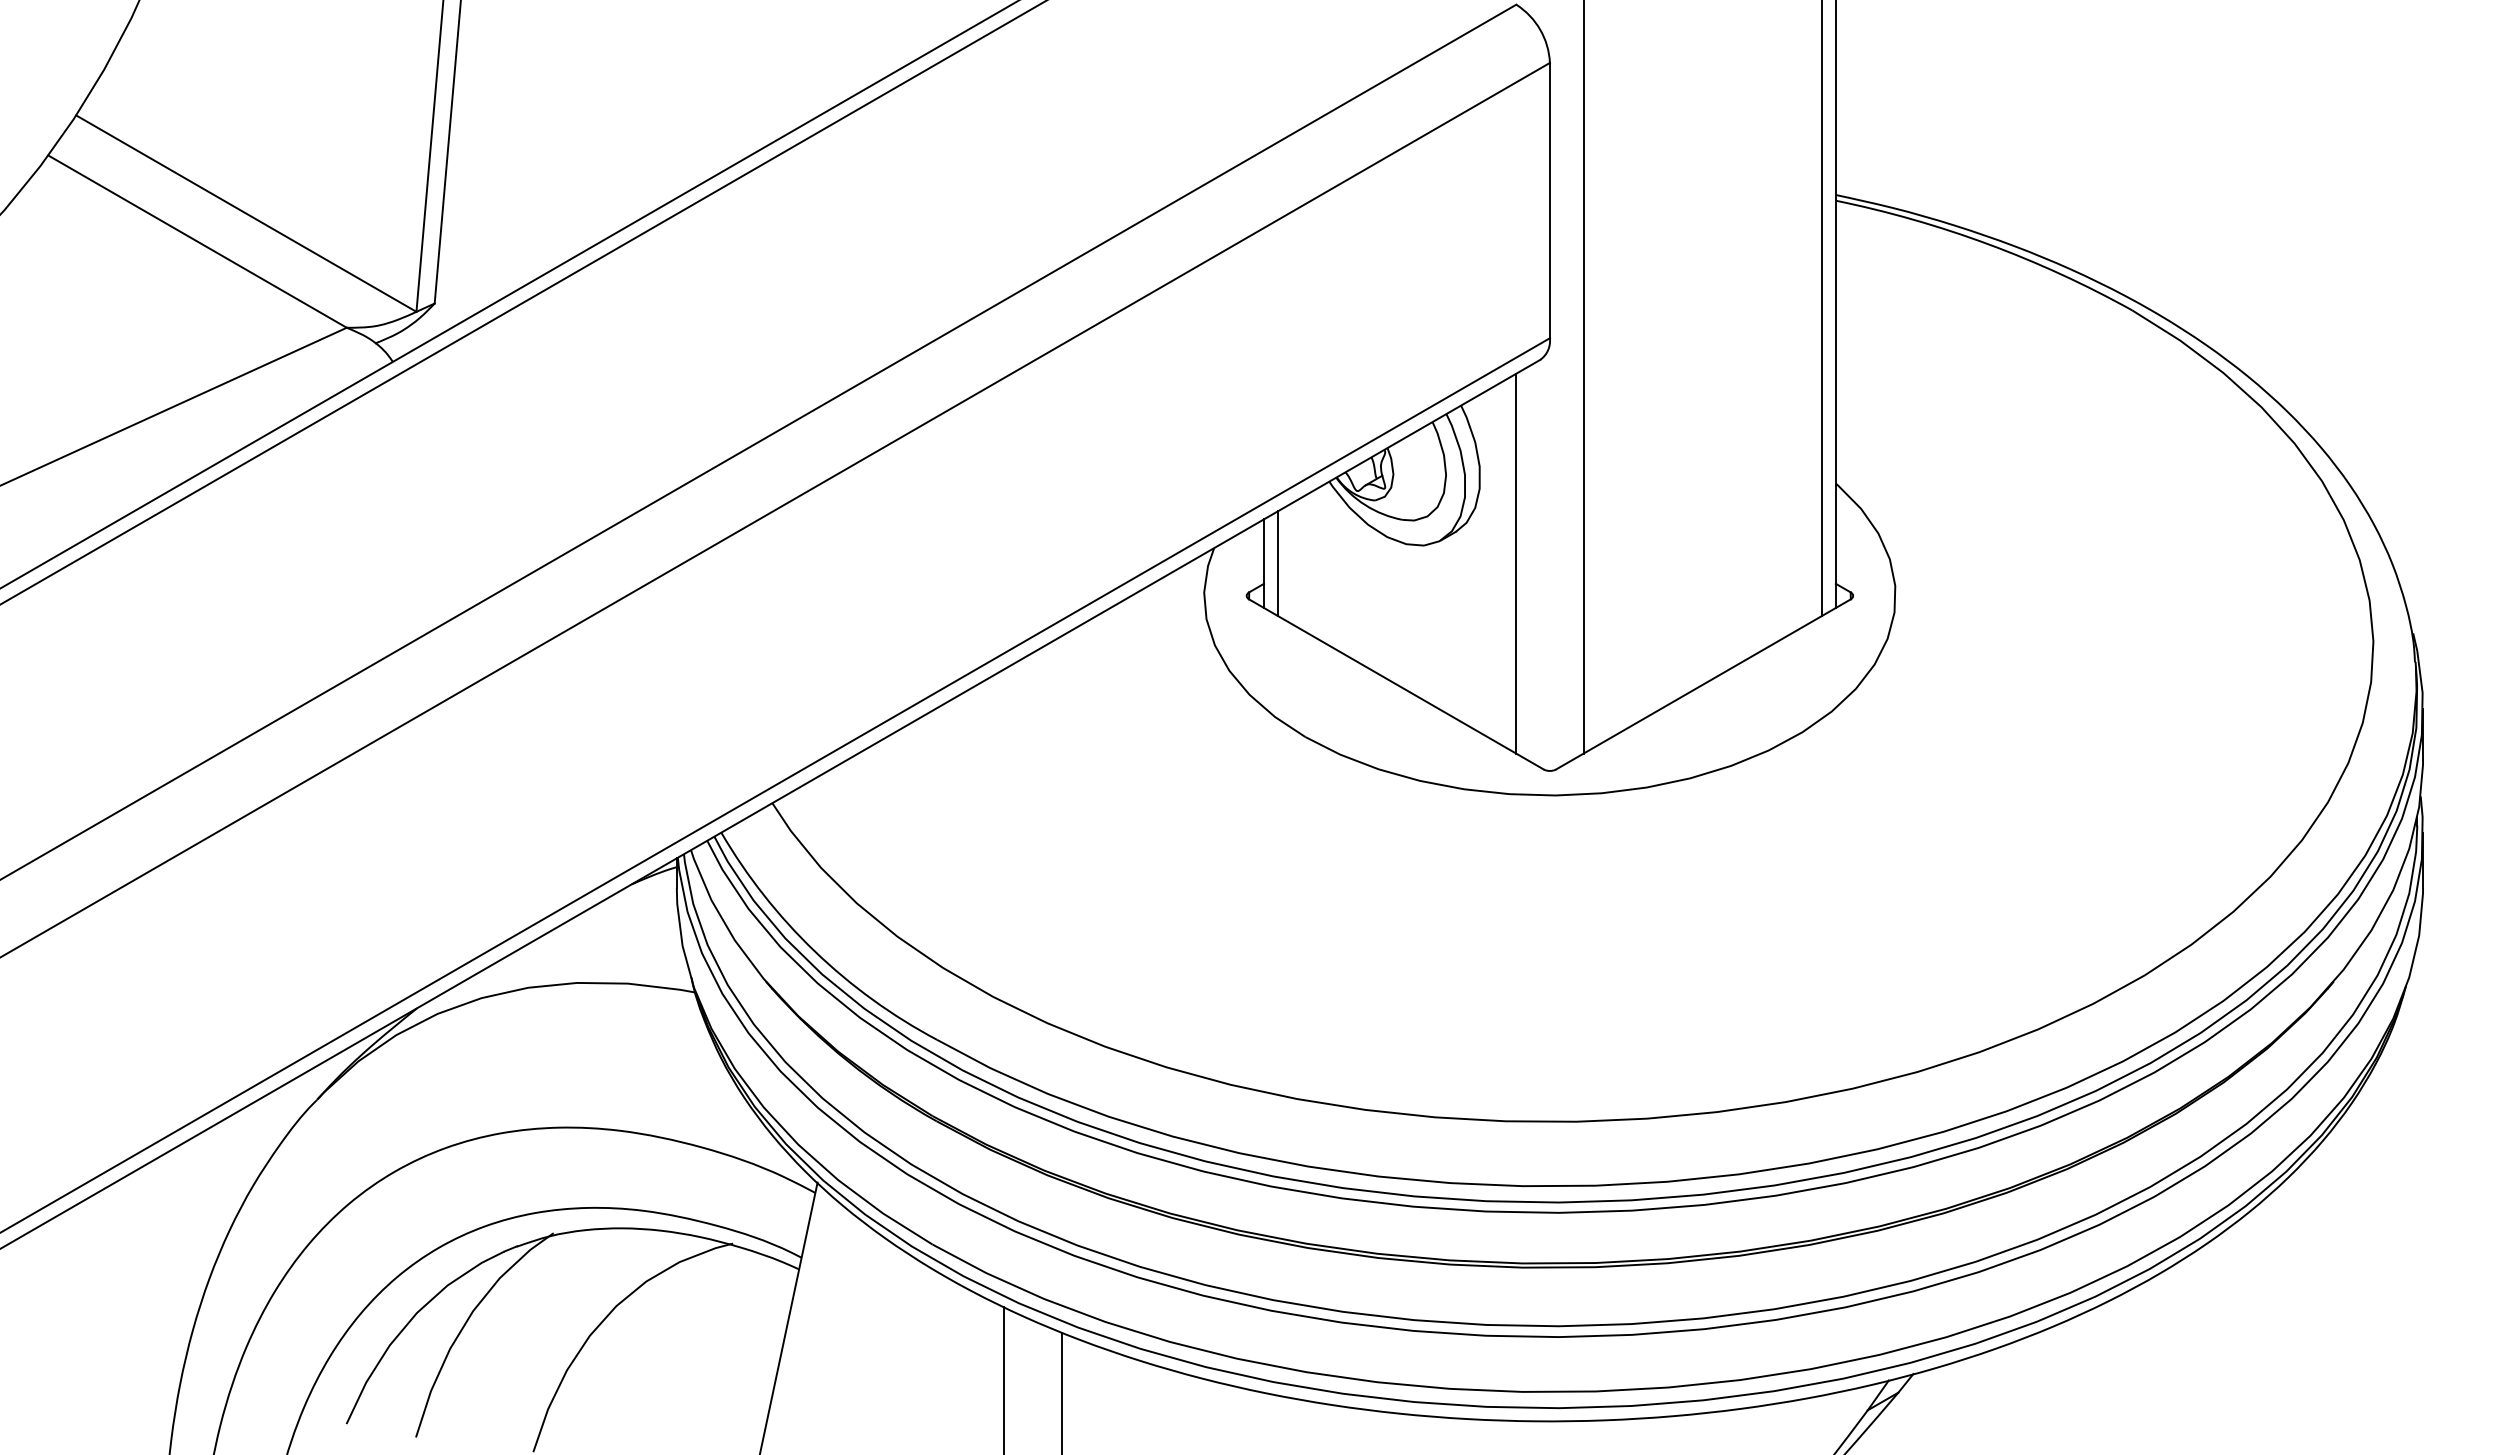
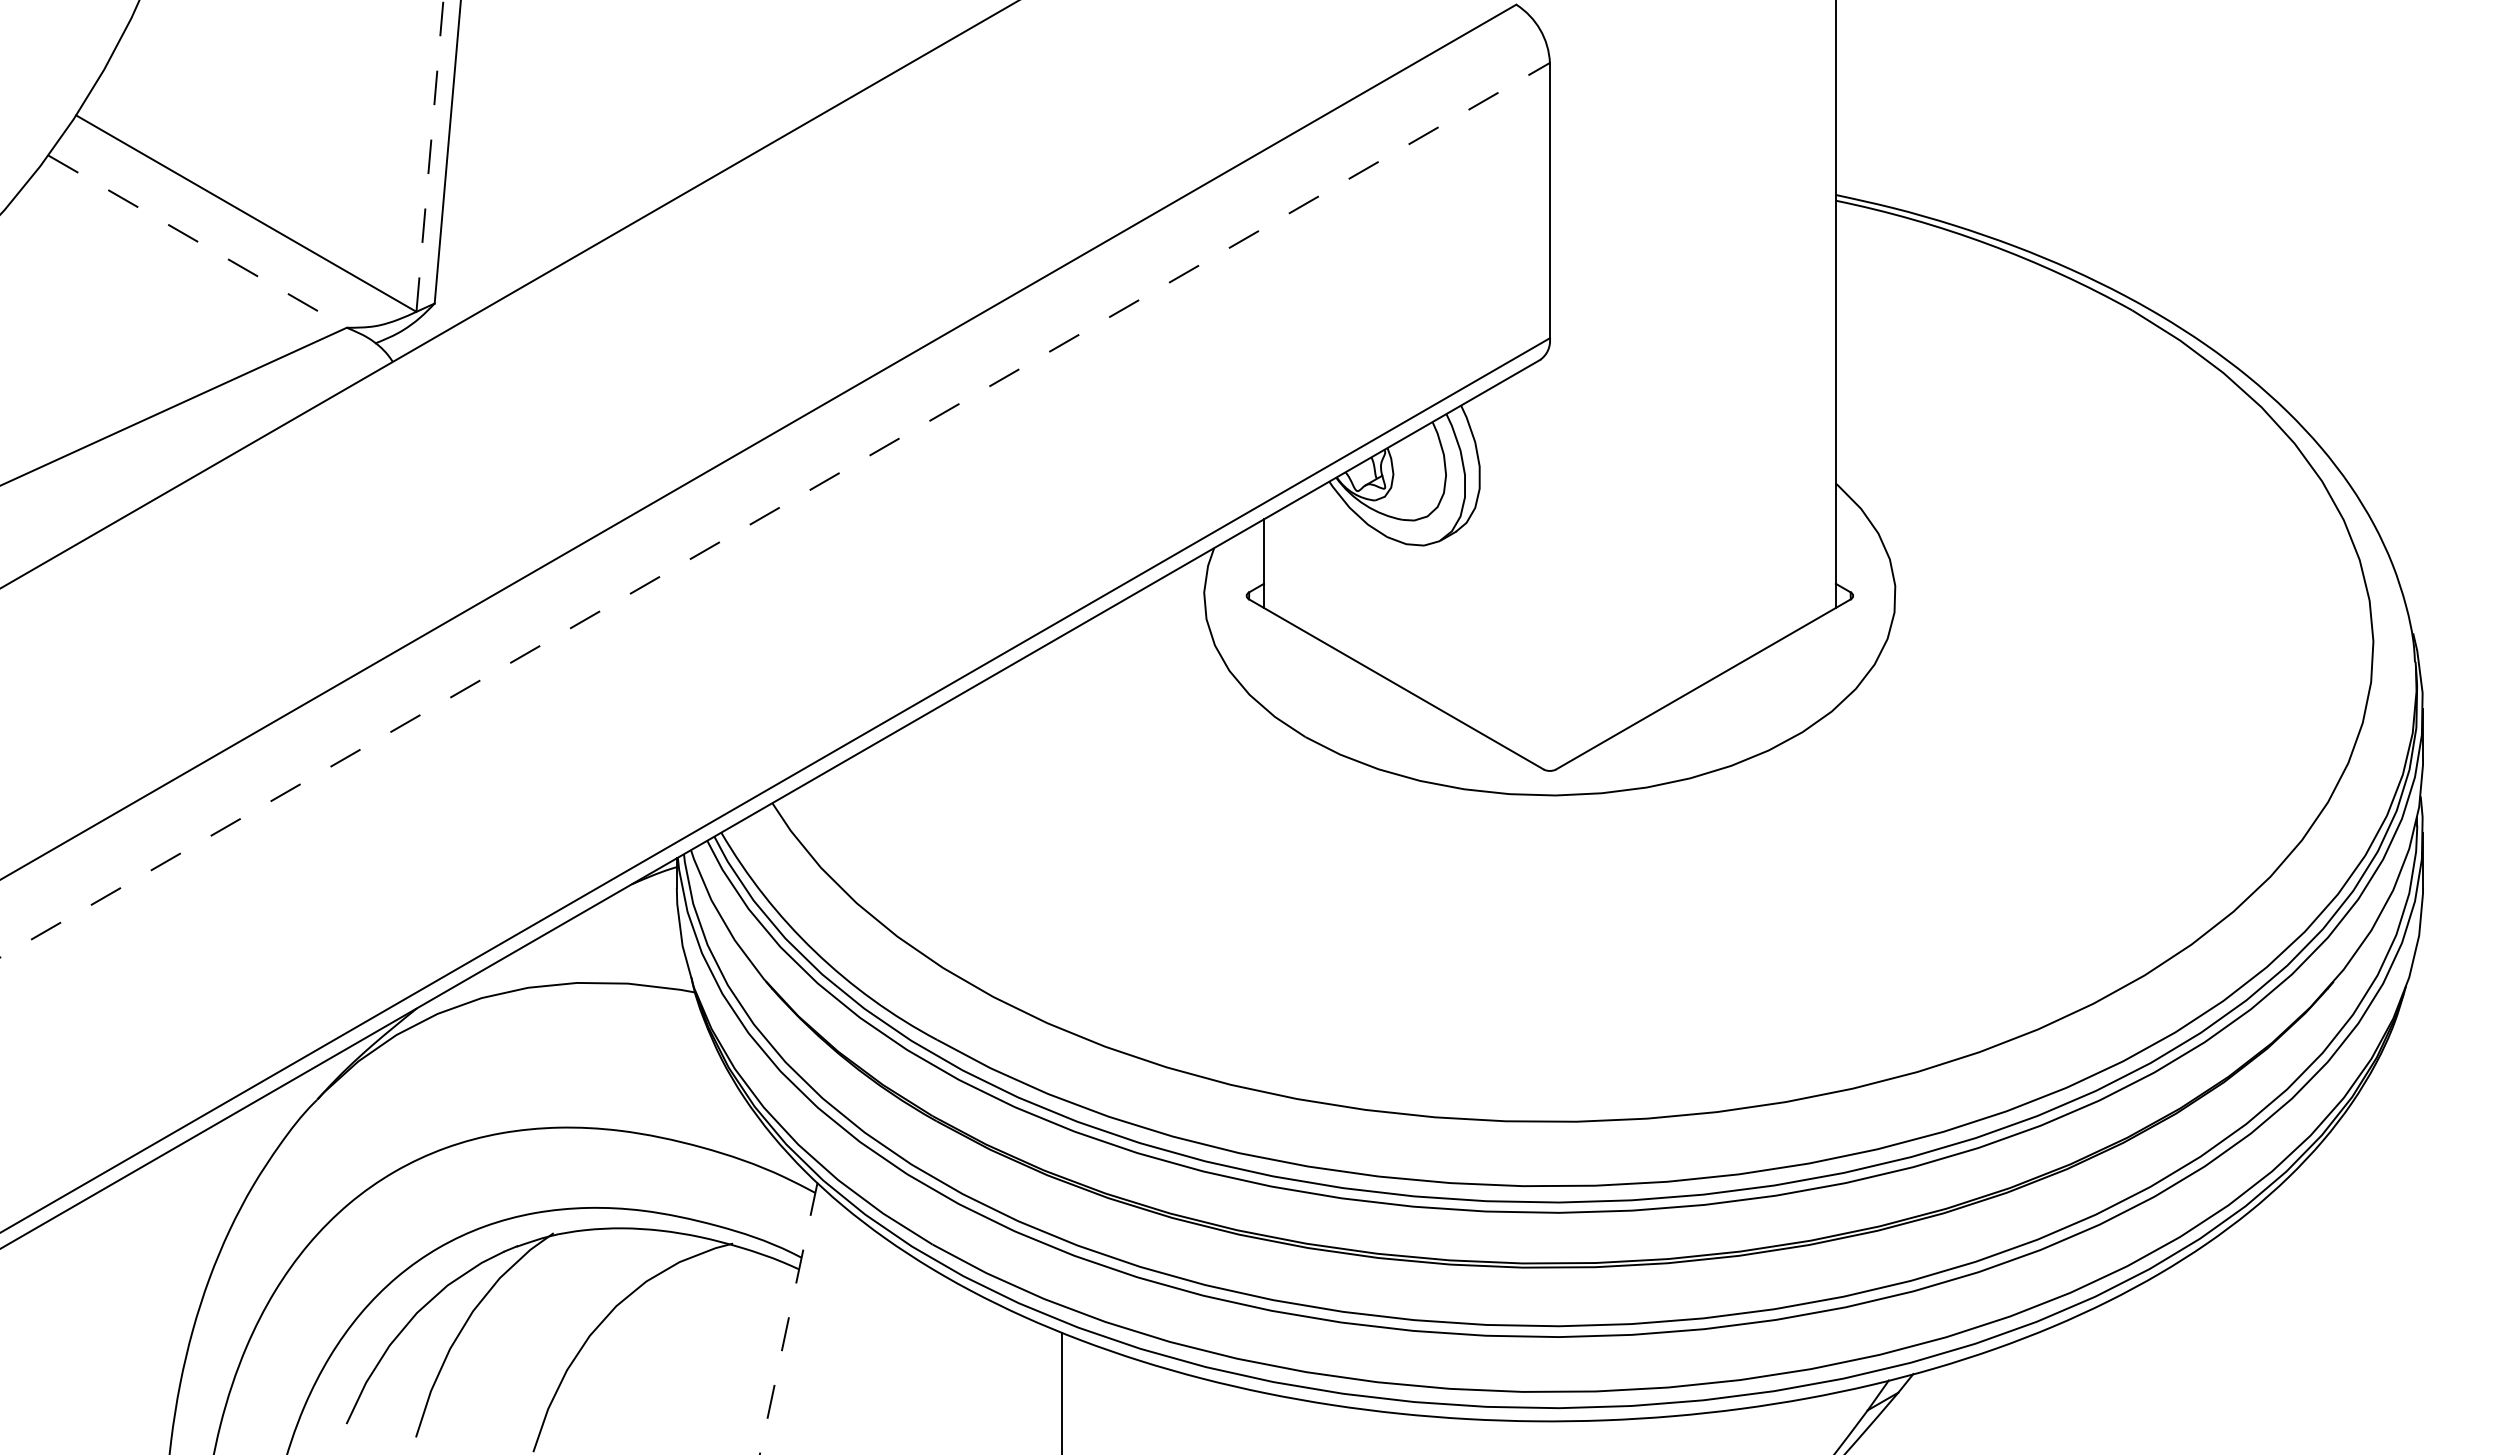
line at (429, 155): solid -> dashed
line at (198, 241): solid -> dashed
line at (523, 302): present -> none
line at (1821, 309): present -> none
line at (1583, 377): present -> none
line at (775, 509): solid -> dashed
line at (1277, 563): present -> none
line at (1516, 563): present -> none
line at (788, 1318): solid -> dashed
line at (1003, 1378): present -> none
